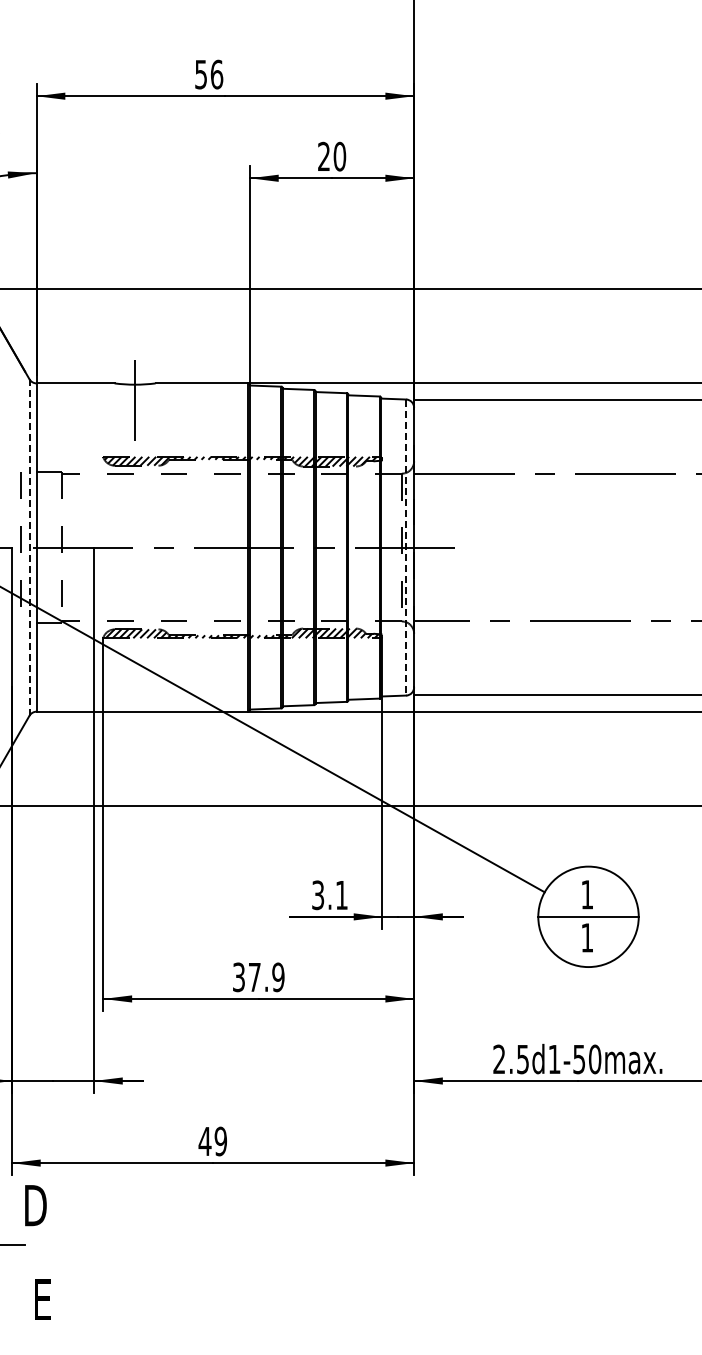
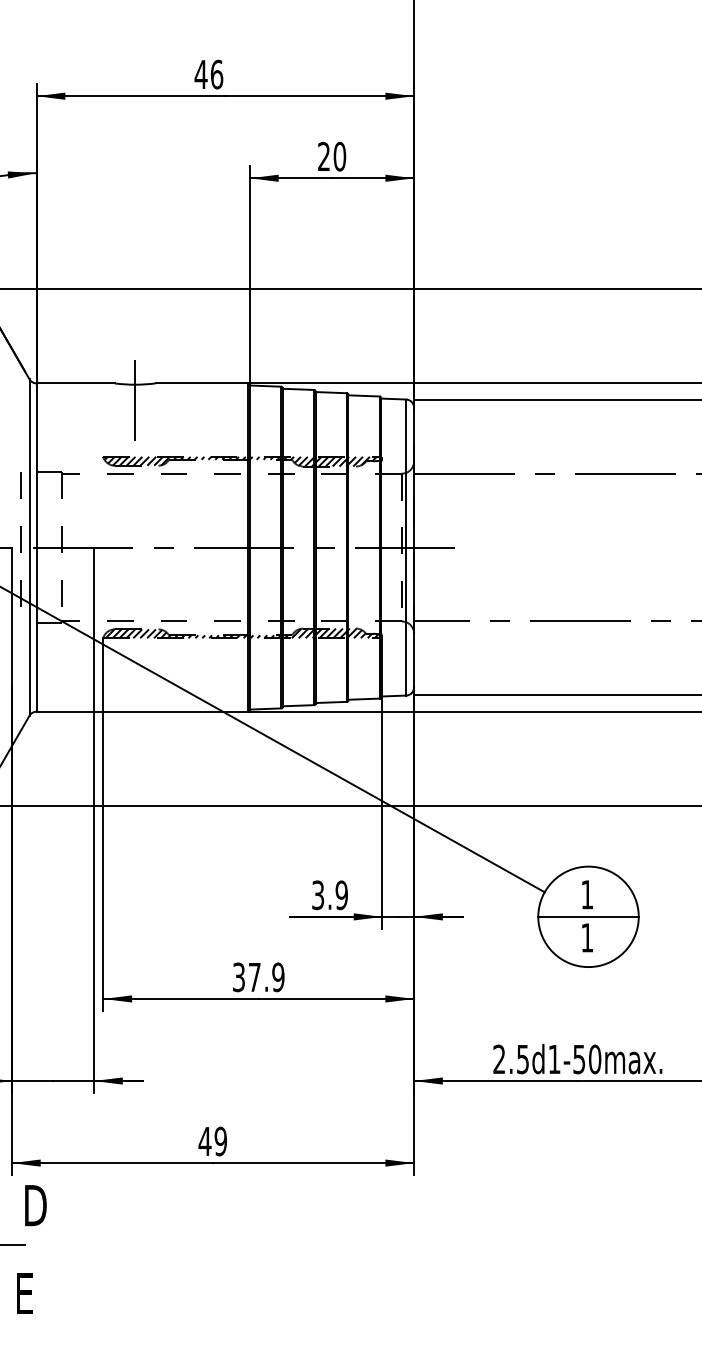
text at (200, 74): 56 -> 46
line at (29, 548): dashed -> solid
line at (406, 548): dashed -> solid
text at (341, 895): 3.1 -> 3.9
text at (42, 1299) position: (42, 1299) -> (24, 1293)
